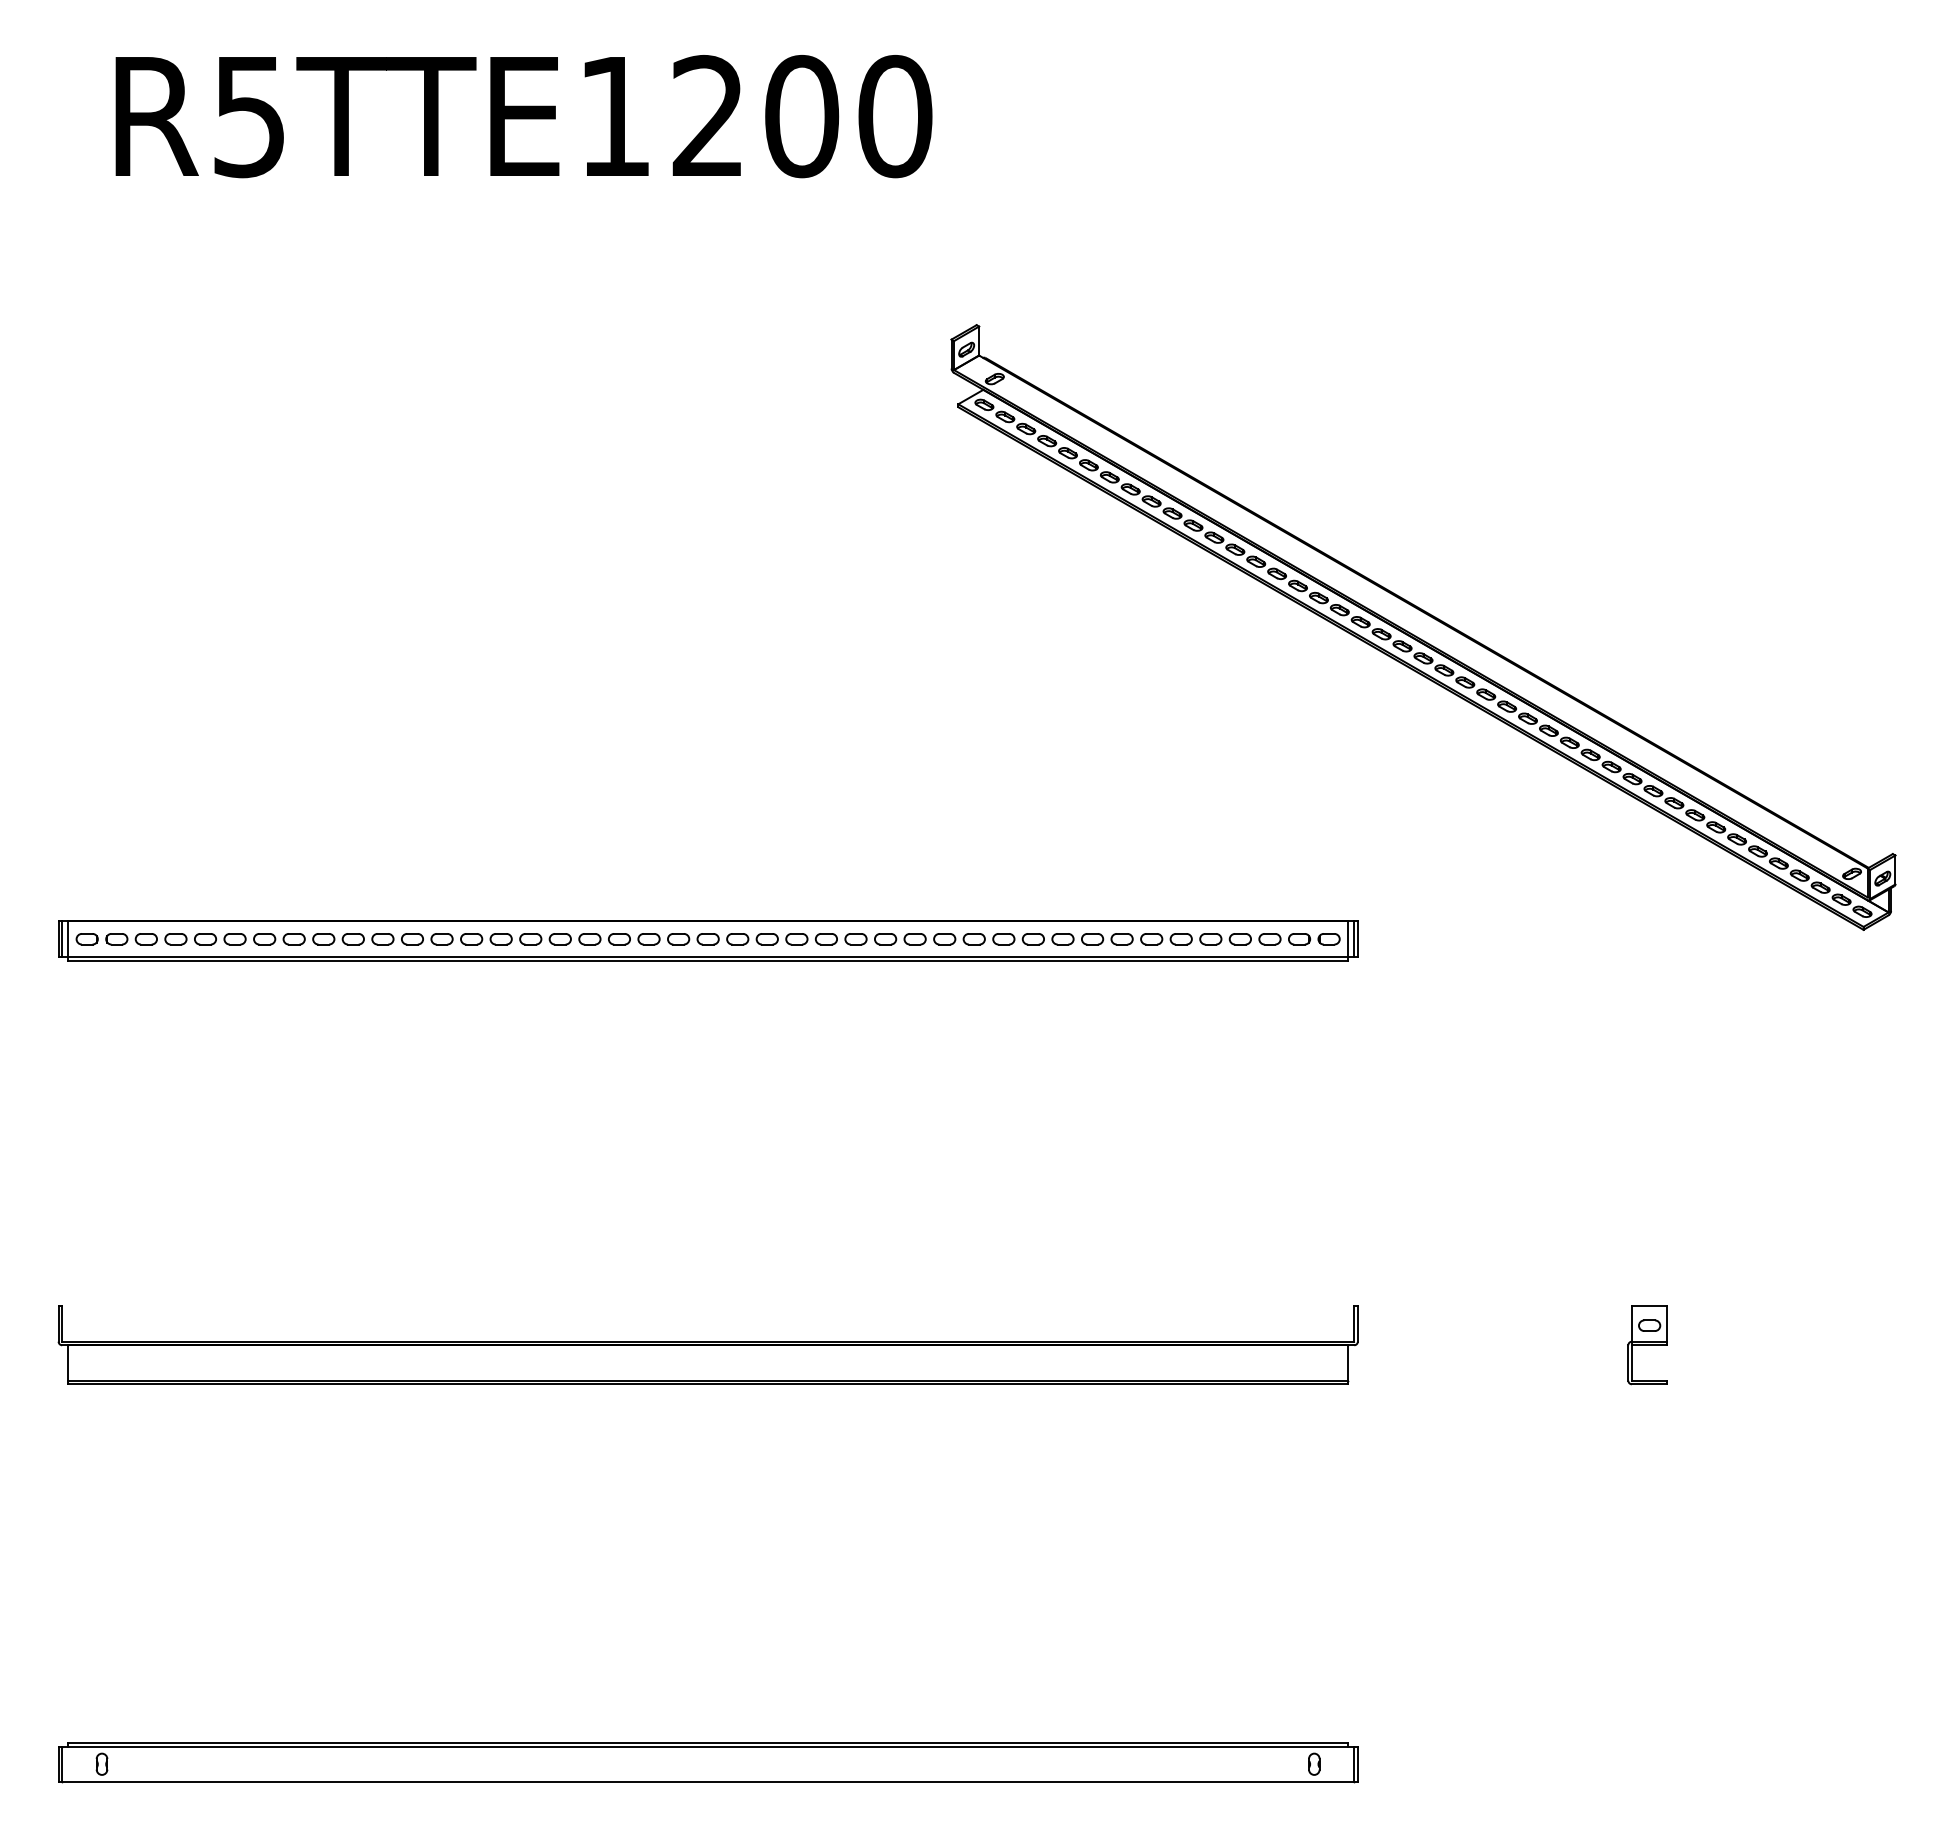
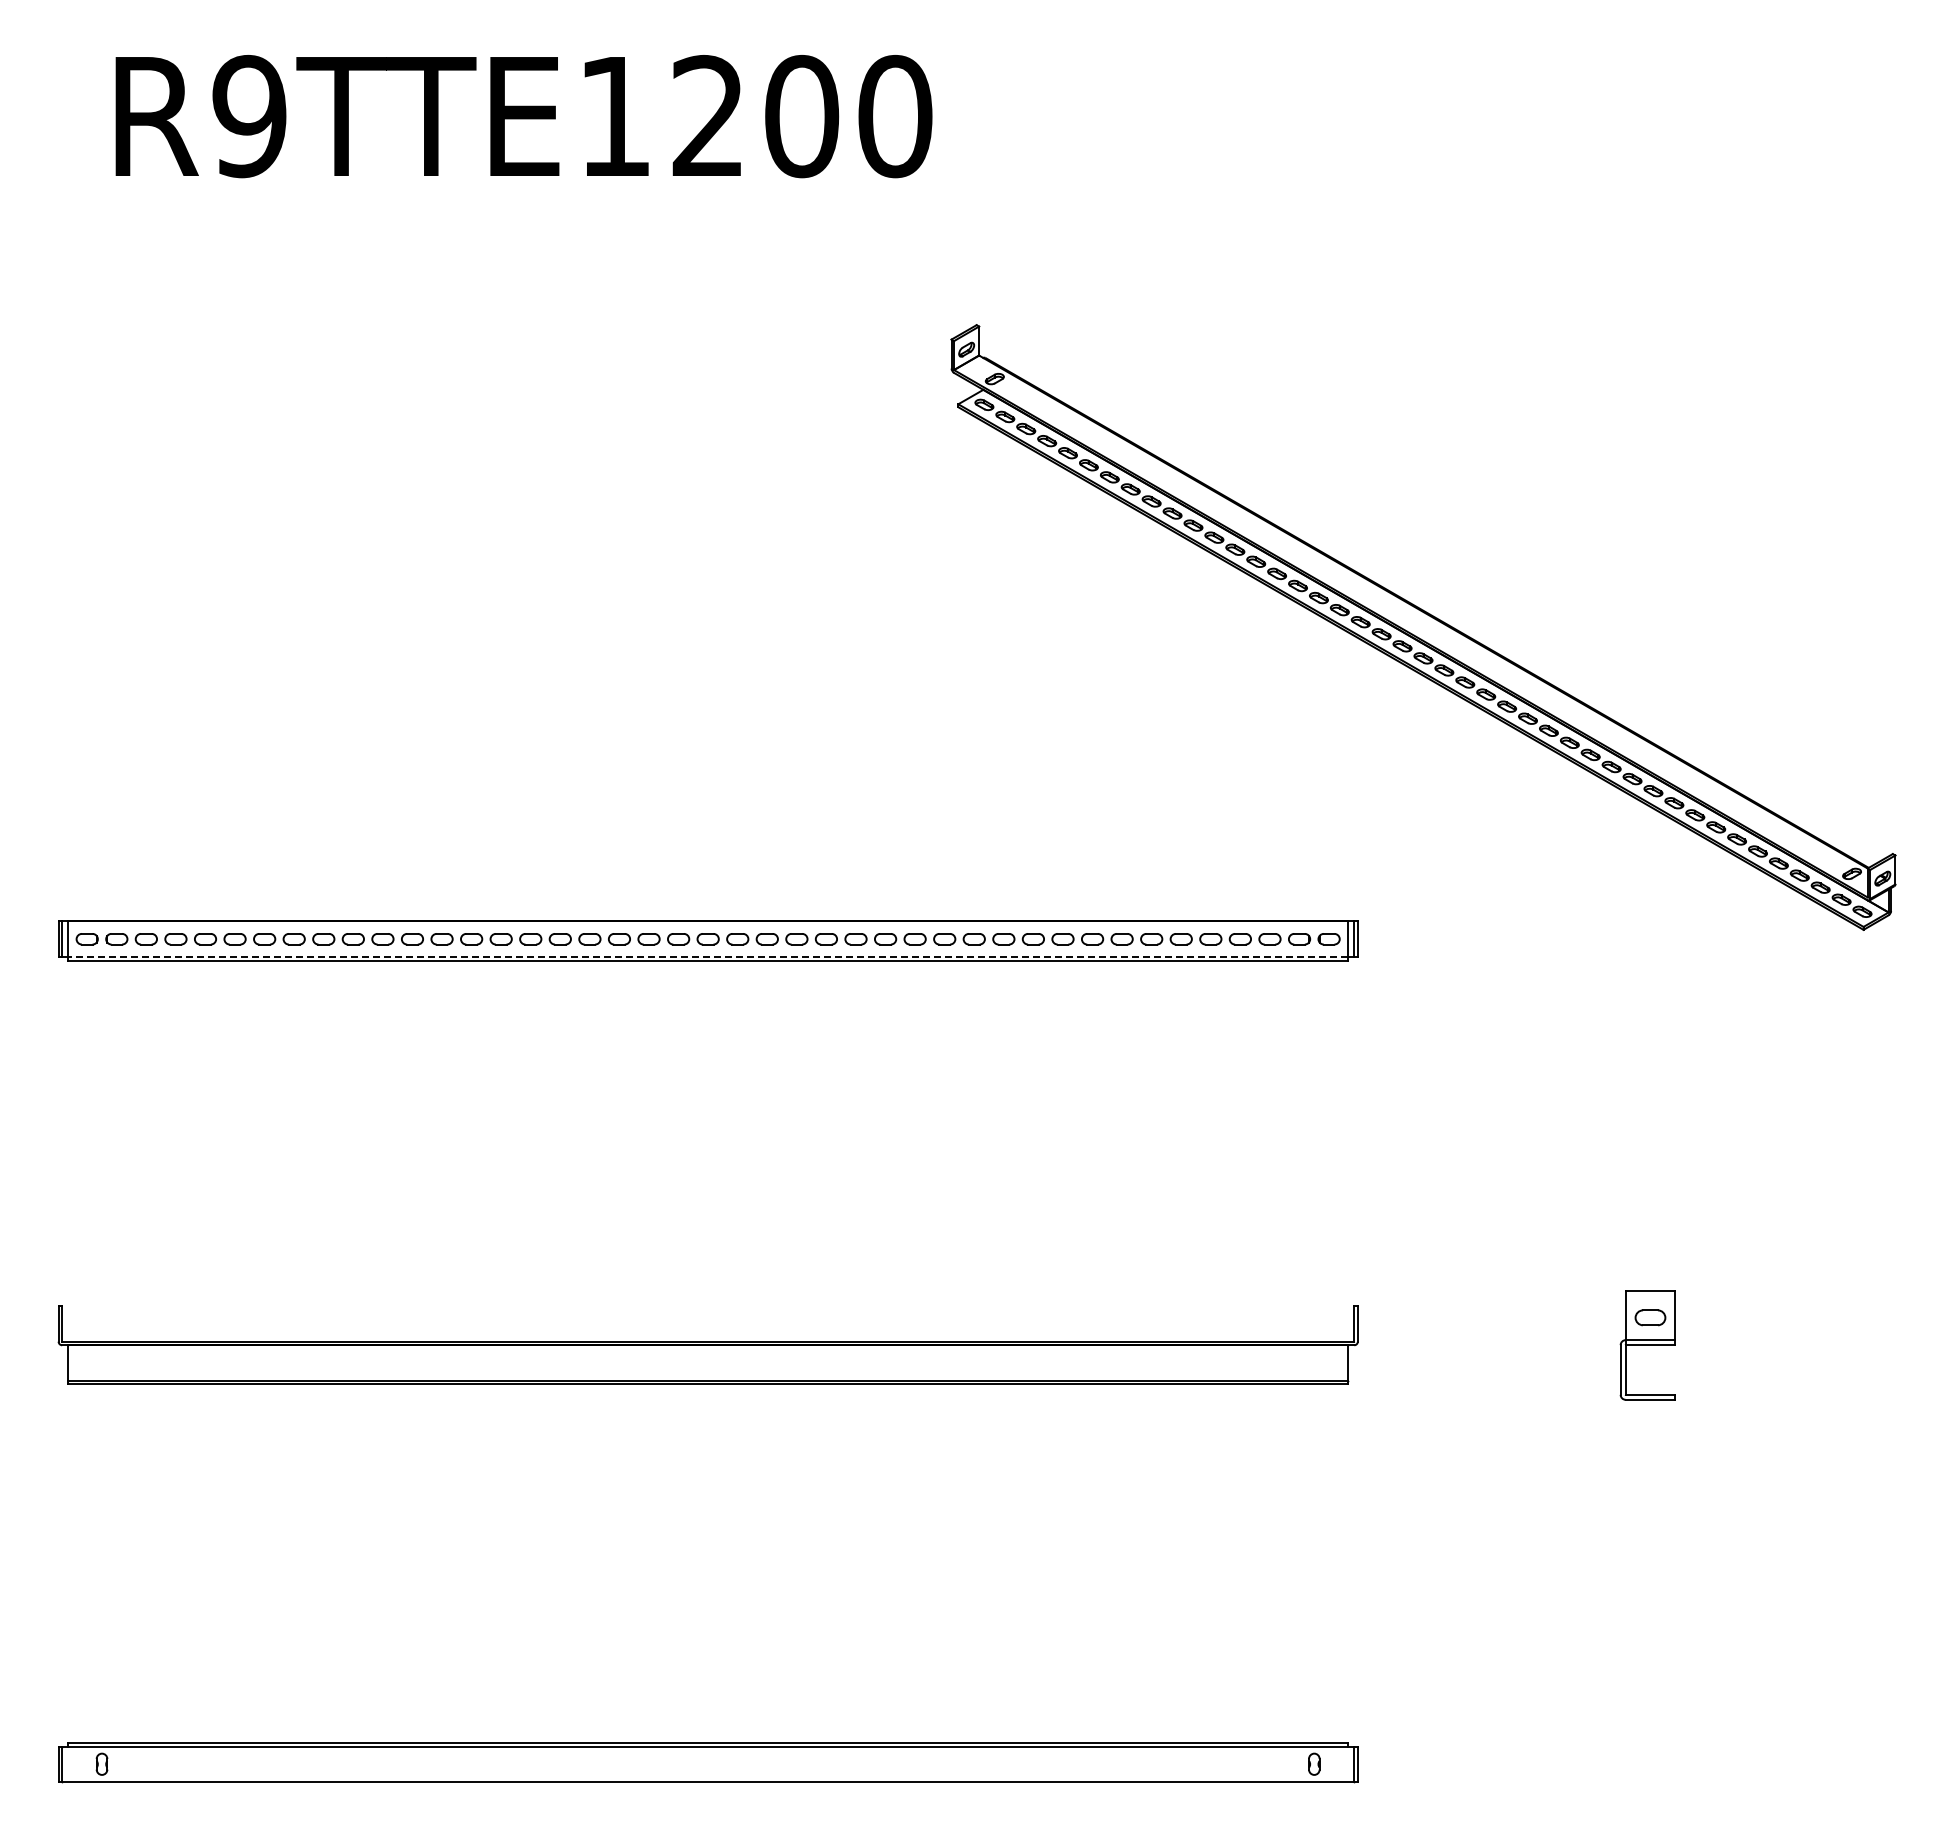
text at (249, 116): R5TTE1200 -> R9TTE1200
line at (707, 956): solid -> dashed
part at (1647, 1345) size: 41x81 px -> 57x111 px
